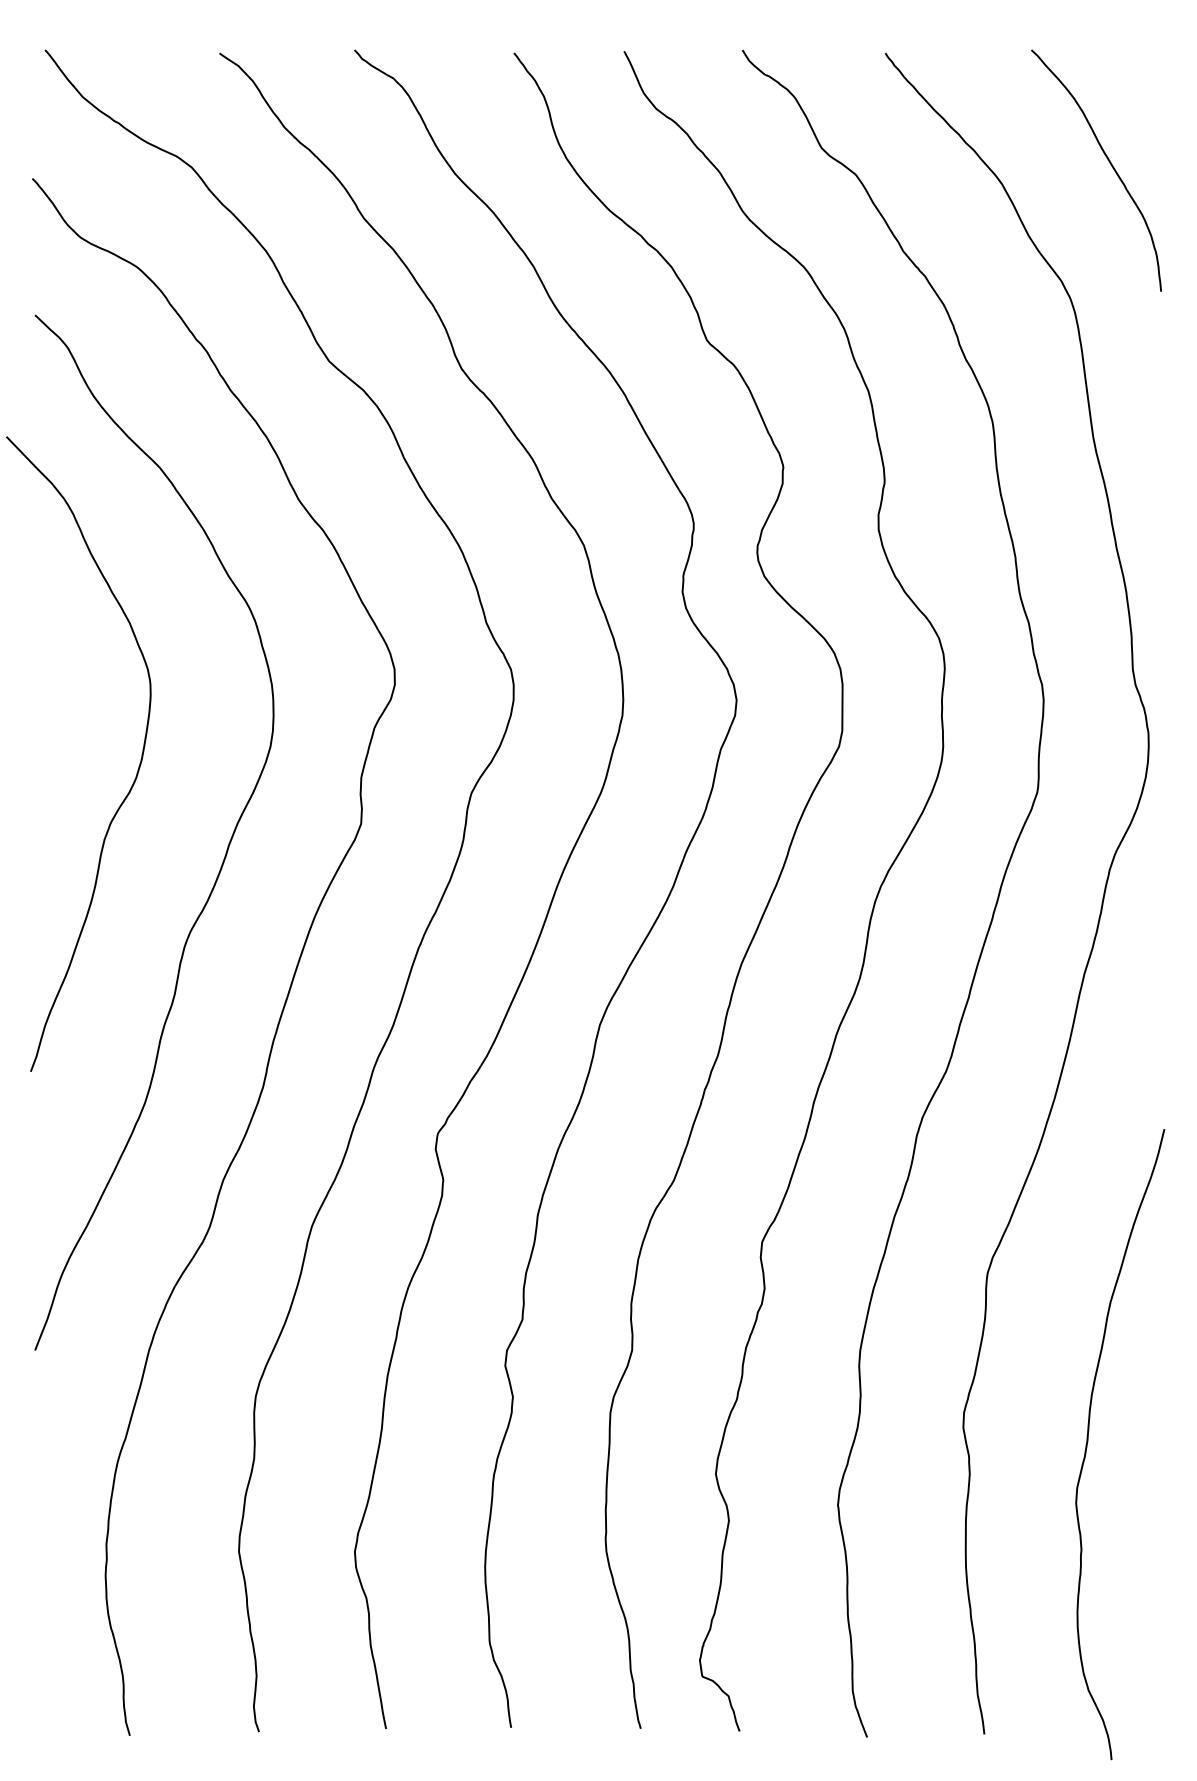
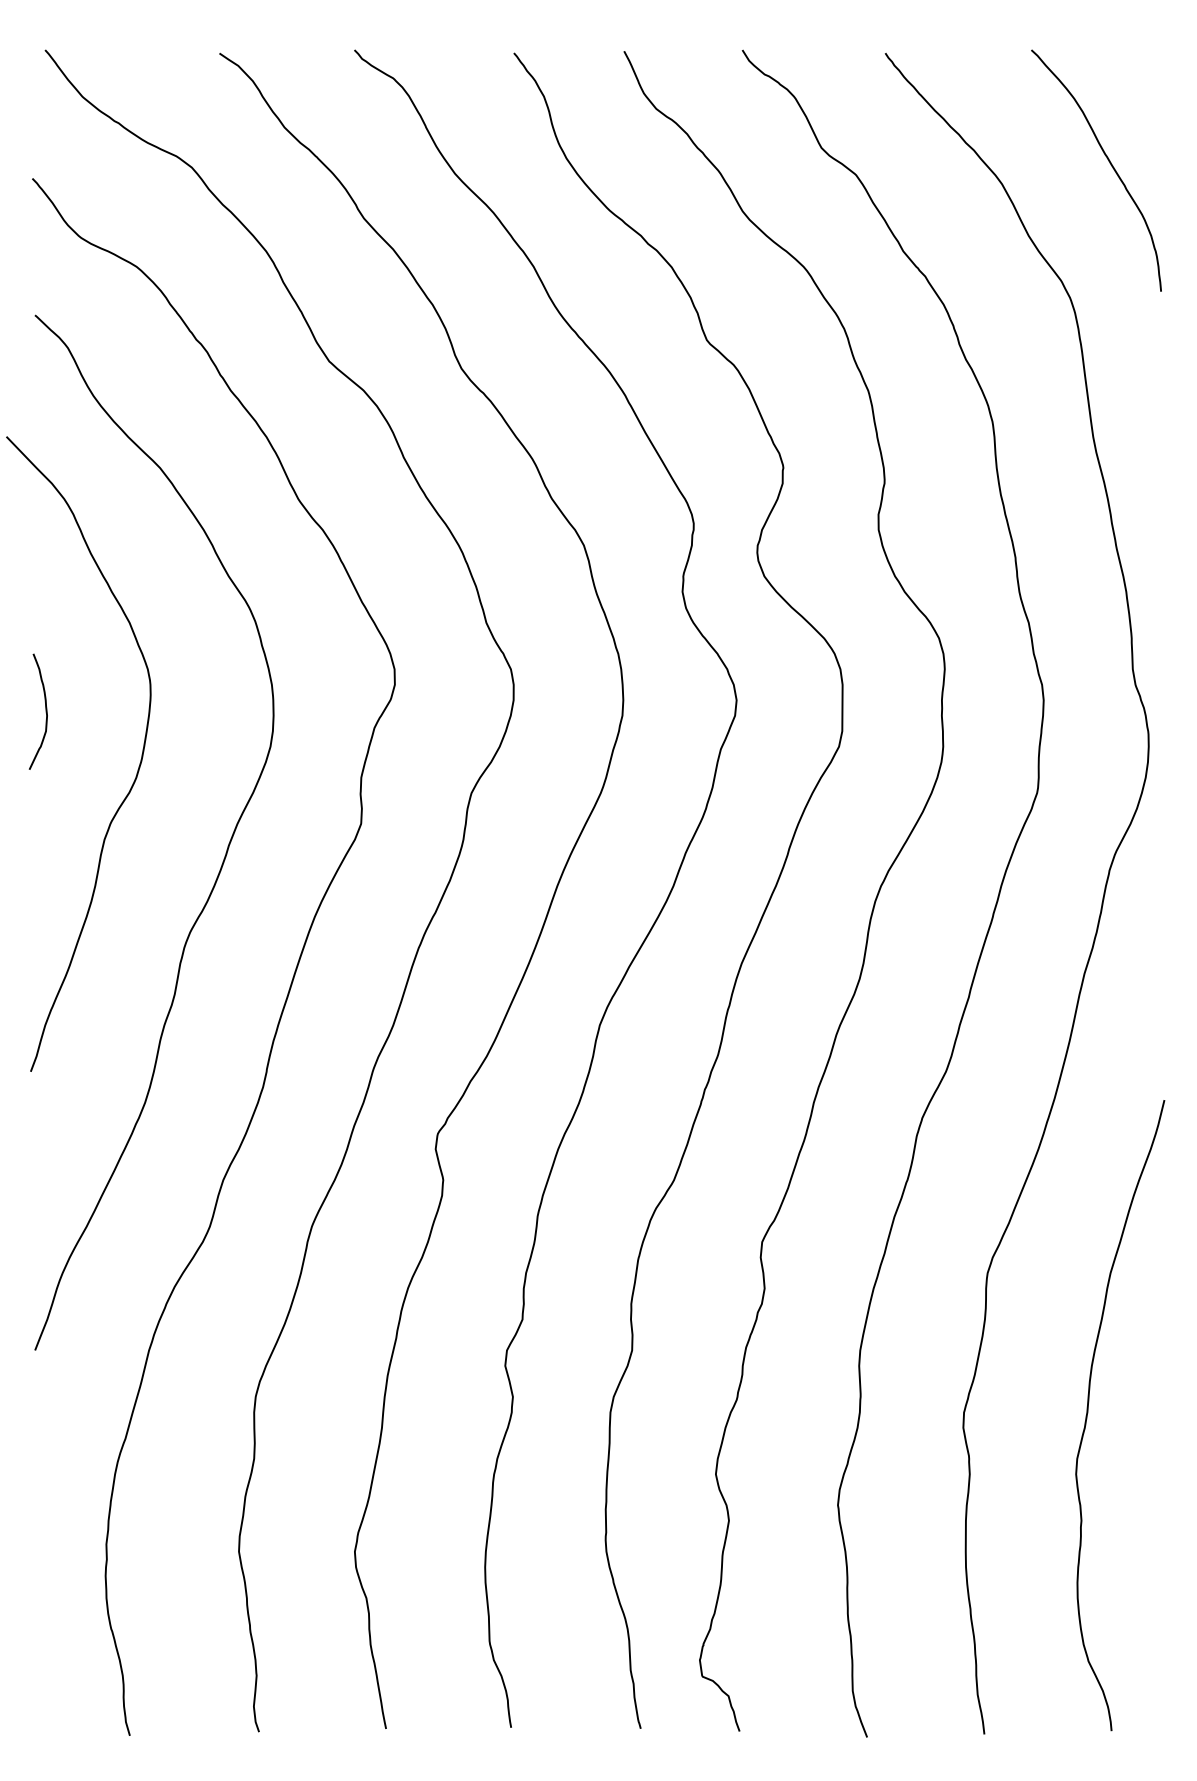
curve at (45, 711): none -> present
curve at (1088, 1442) position: (1088, 1442) -> (1088, 1413)
